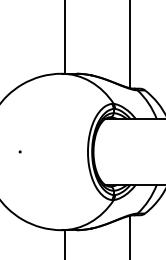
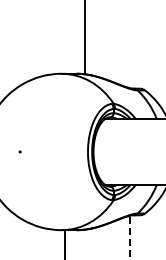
line at (64, 37) position: (64, 37) -> (84, 37)
line at (130, 45): present -> none
line at (130, 237): solid -> dashed
